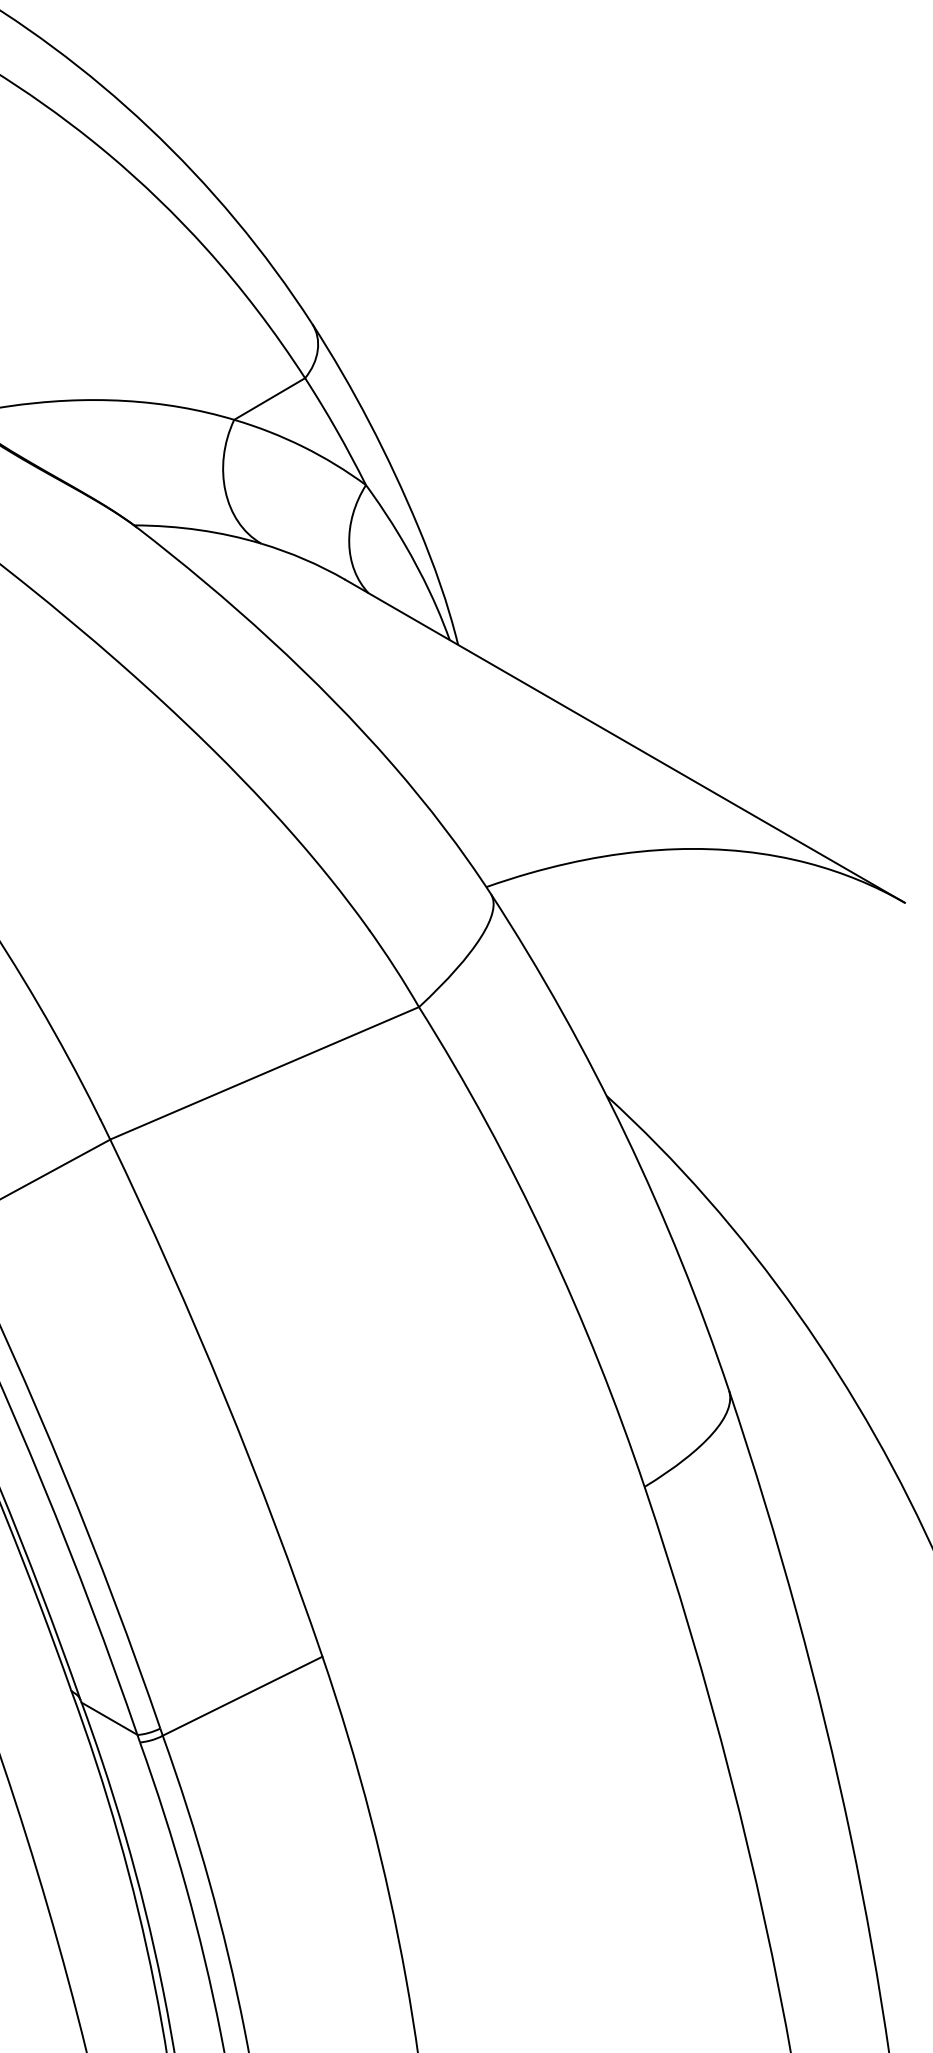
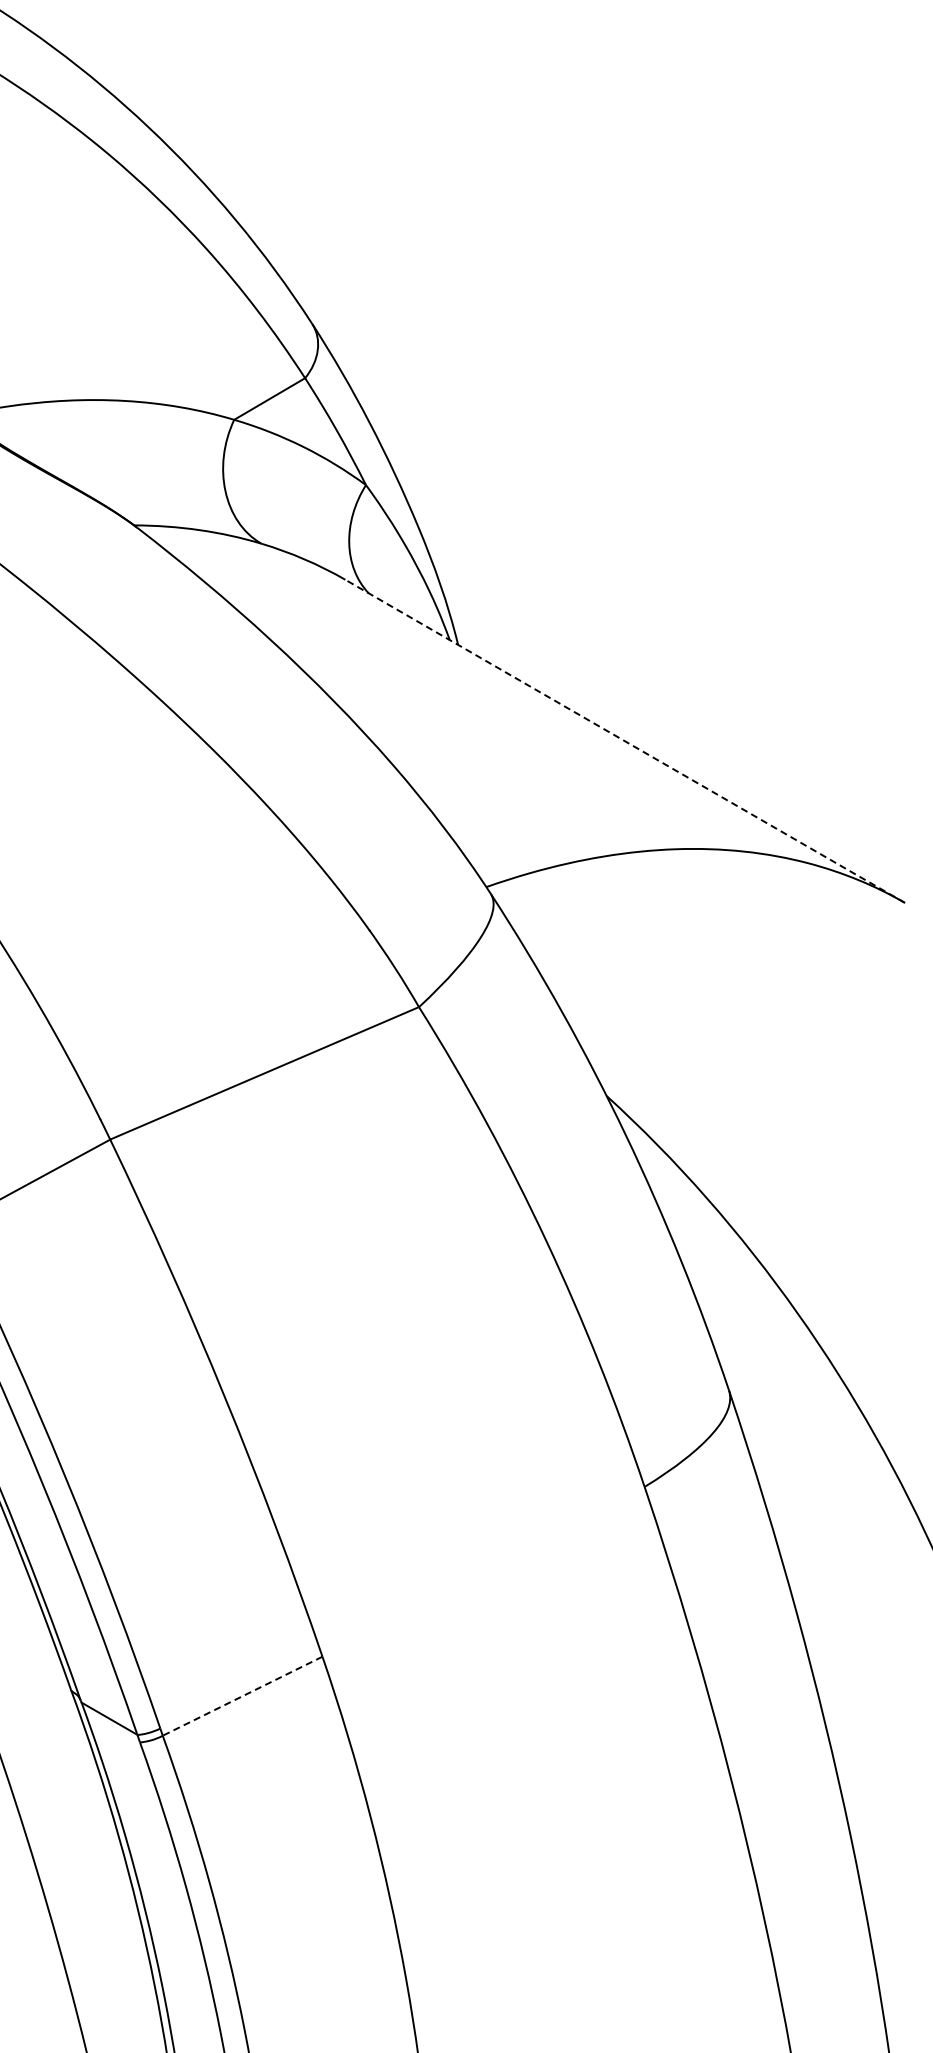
line at (624, 741): solid -> dashed
line at (242, 1696): solid -> dashed
